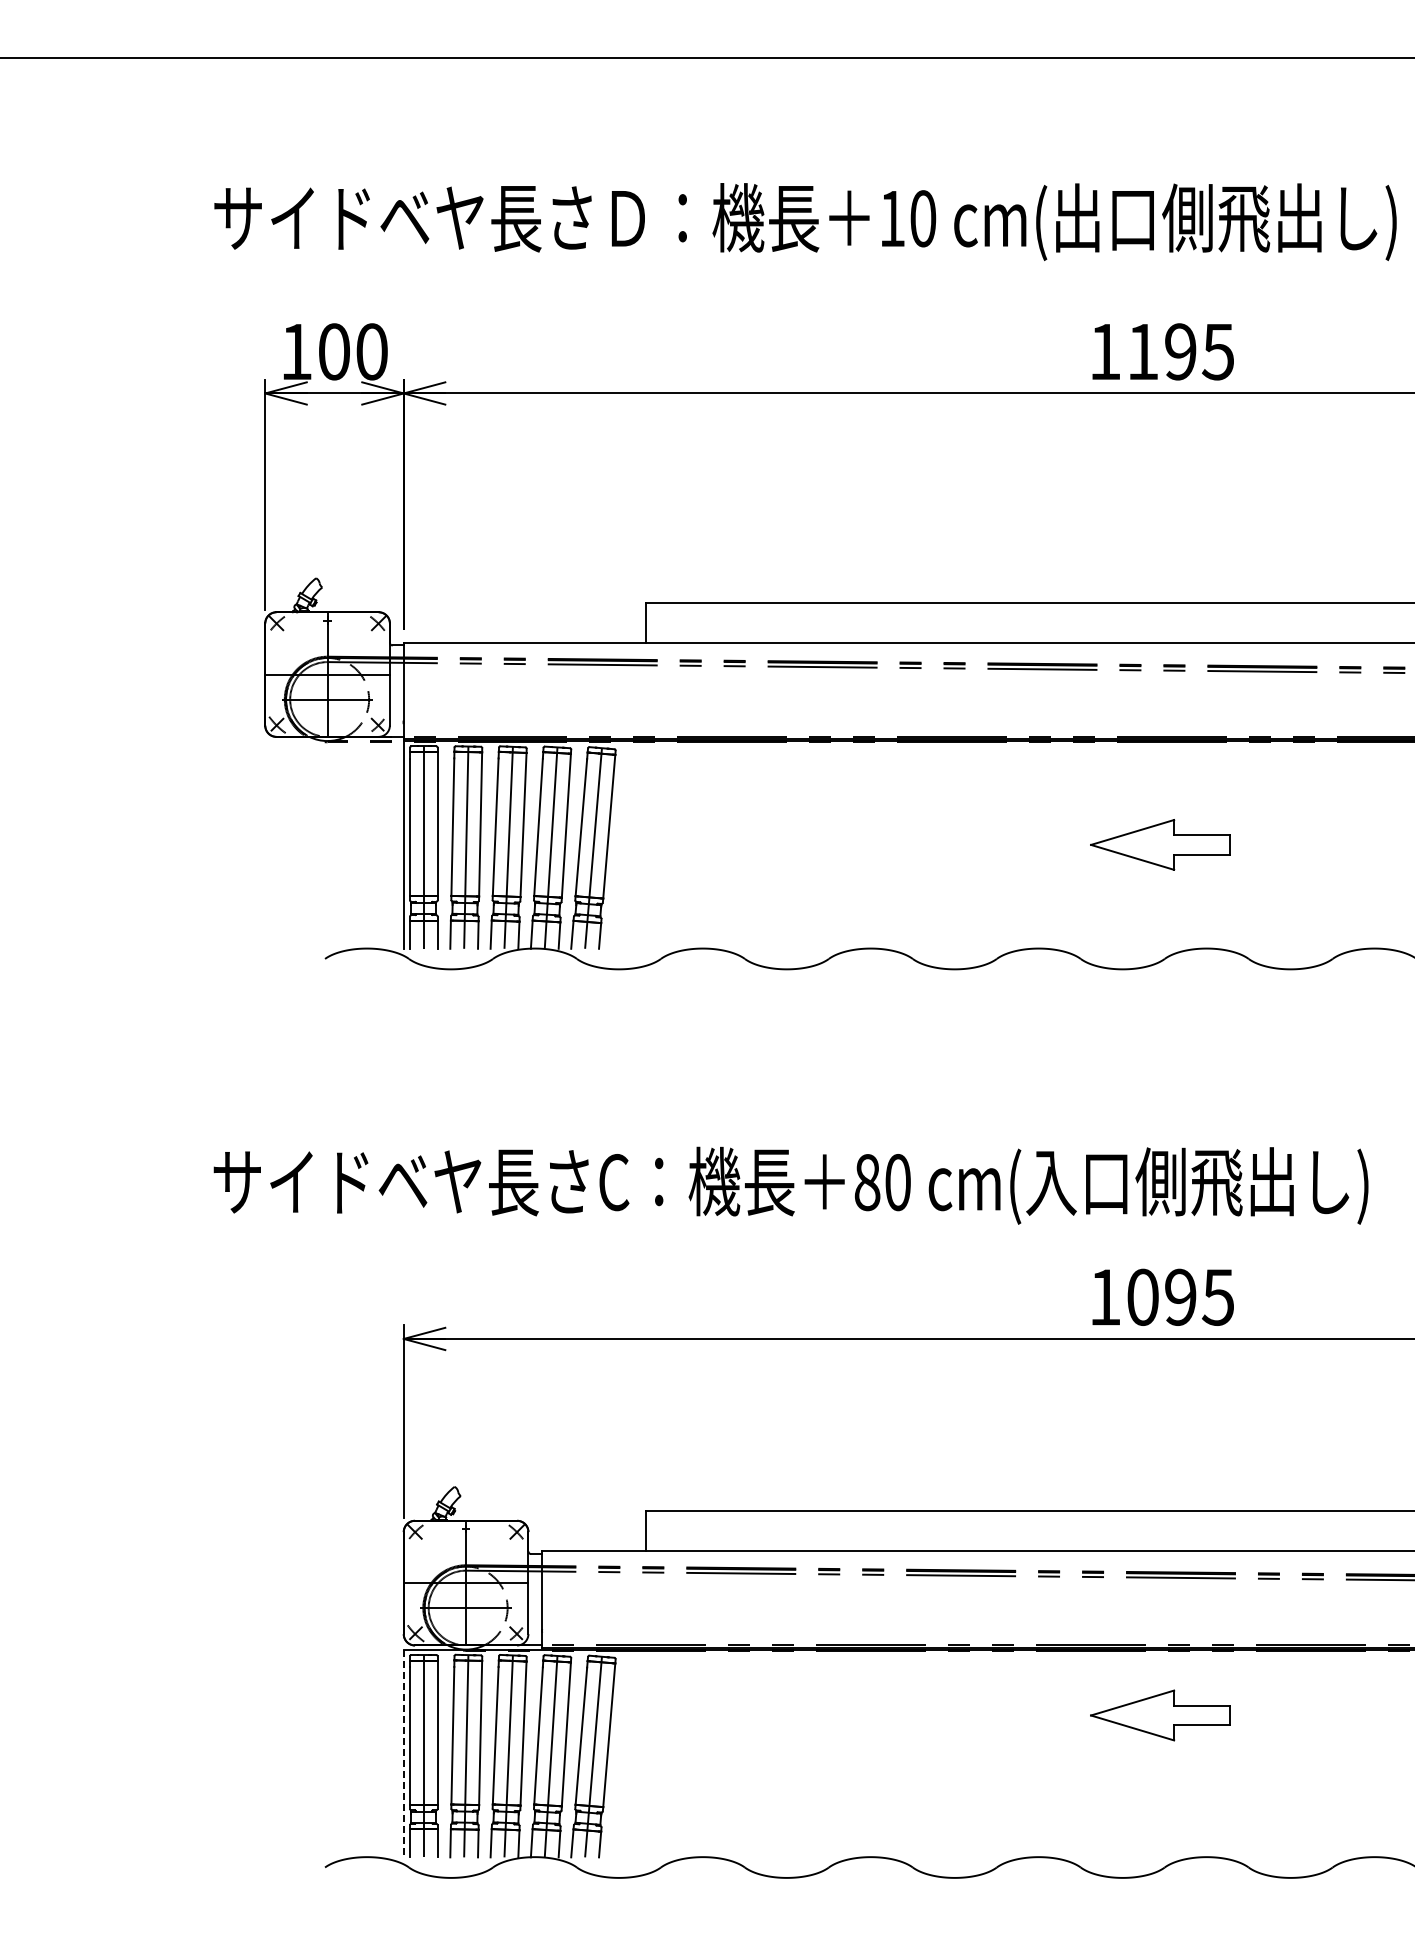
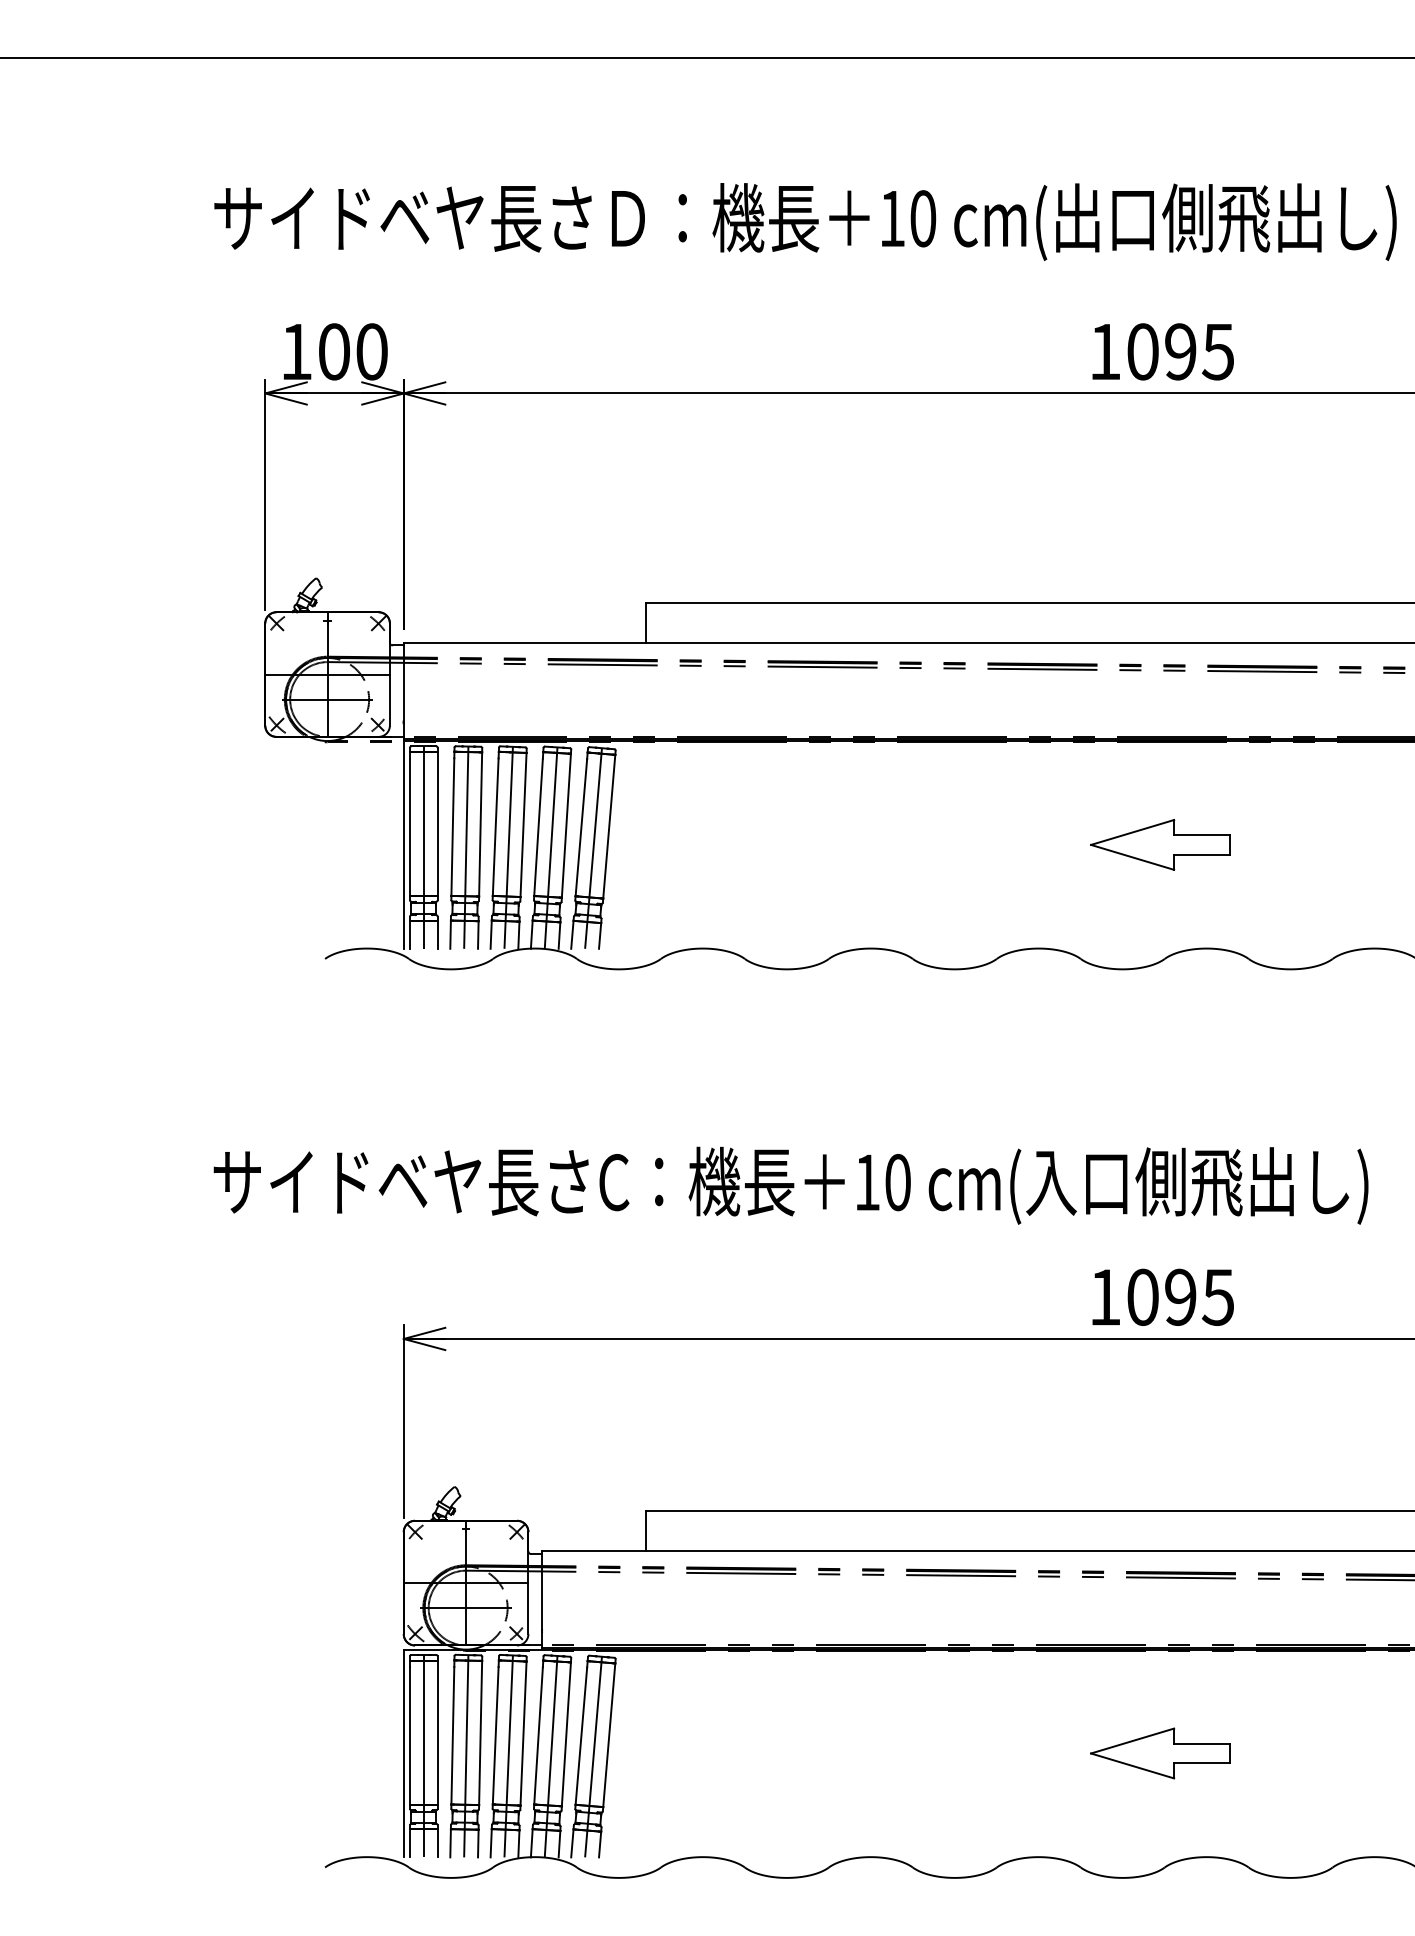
text at (1142, 351): 1195 -> 1095
text at (867, 1182): 80 -> 10
part at (1160, 1715) position: (1160, 1715) -> (1160, 1753)
line at (403, 1753): dashed -> solid
